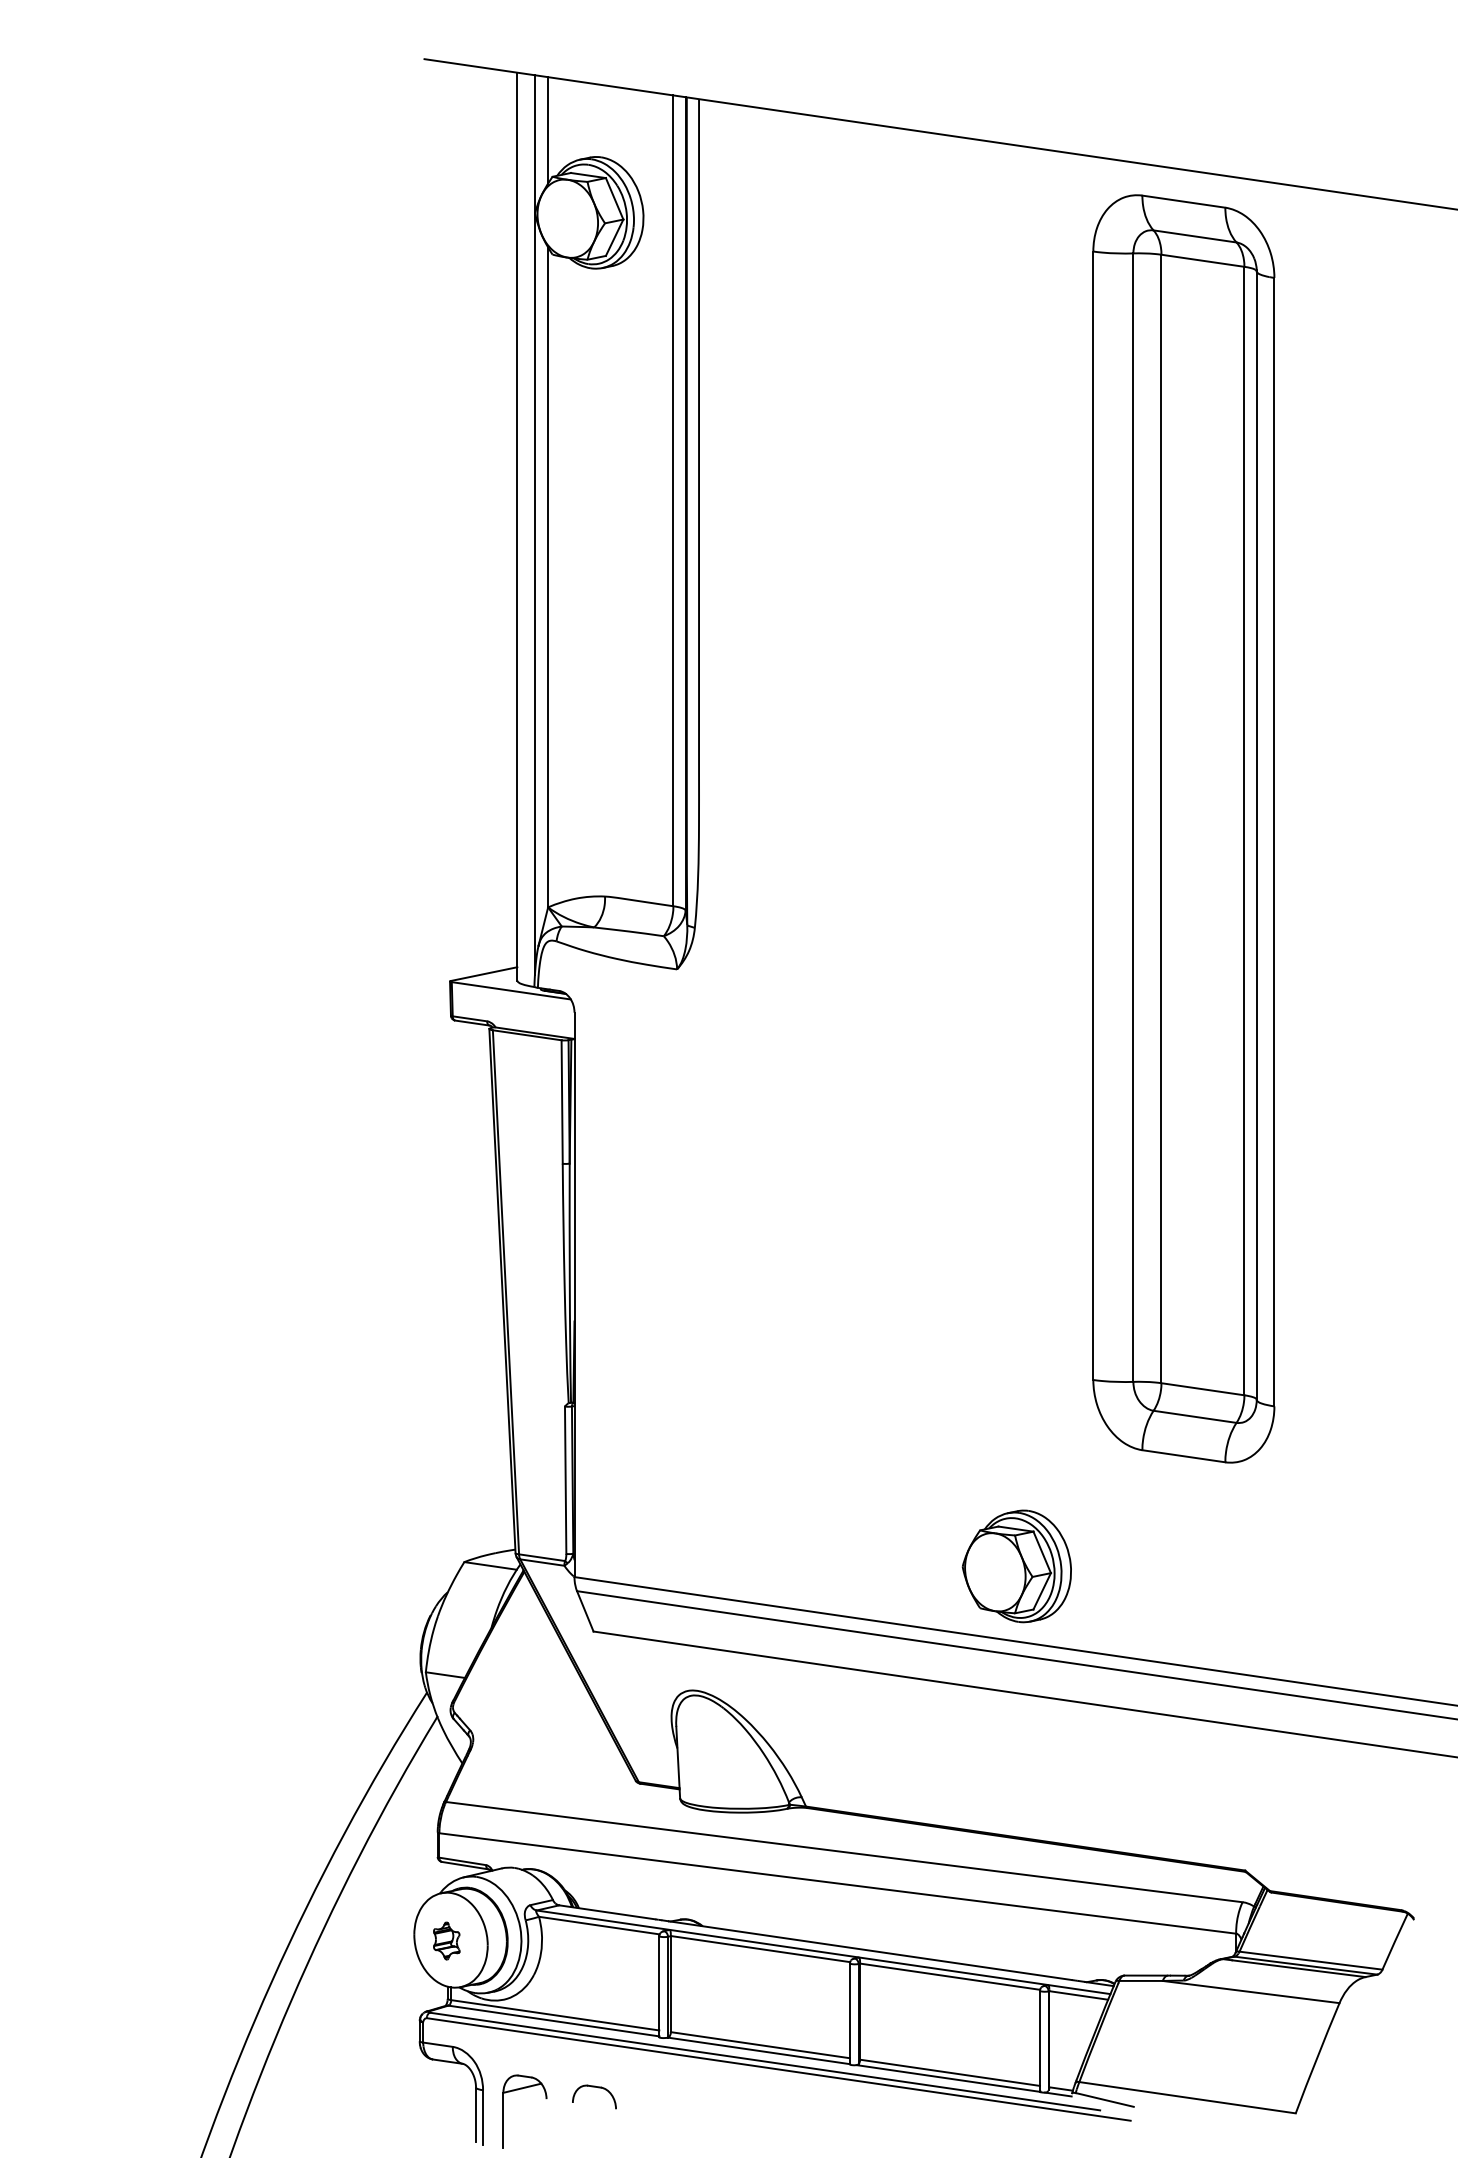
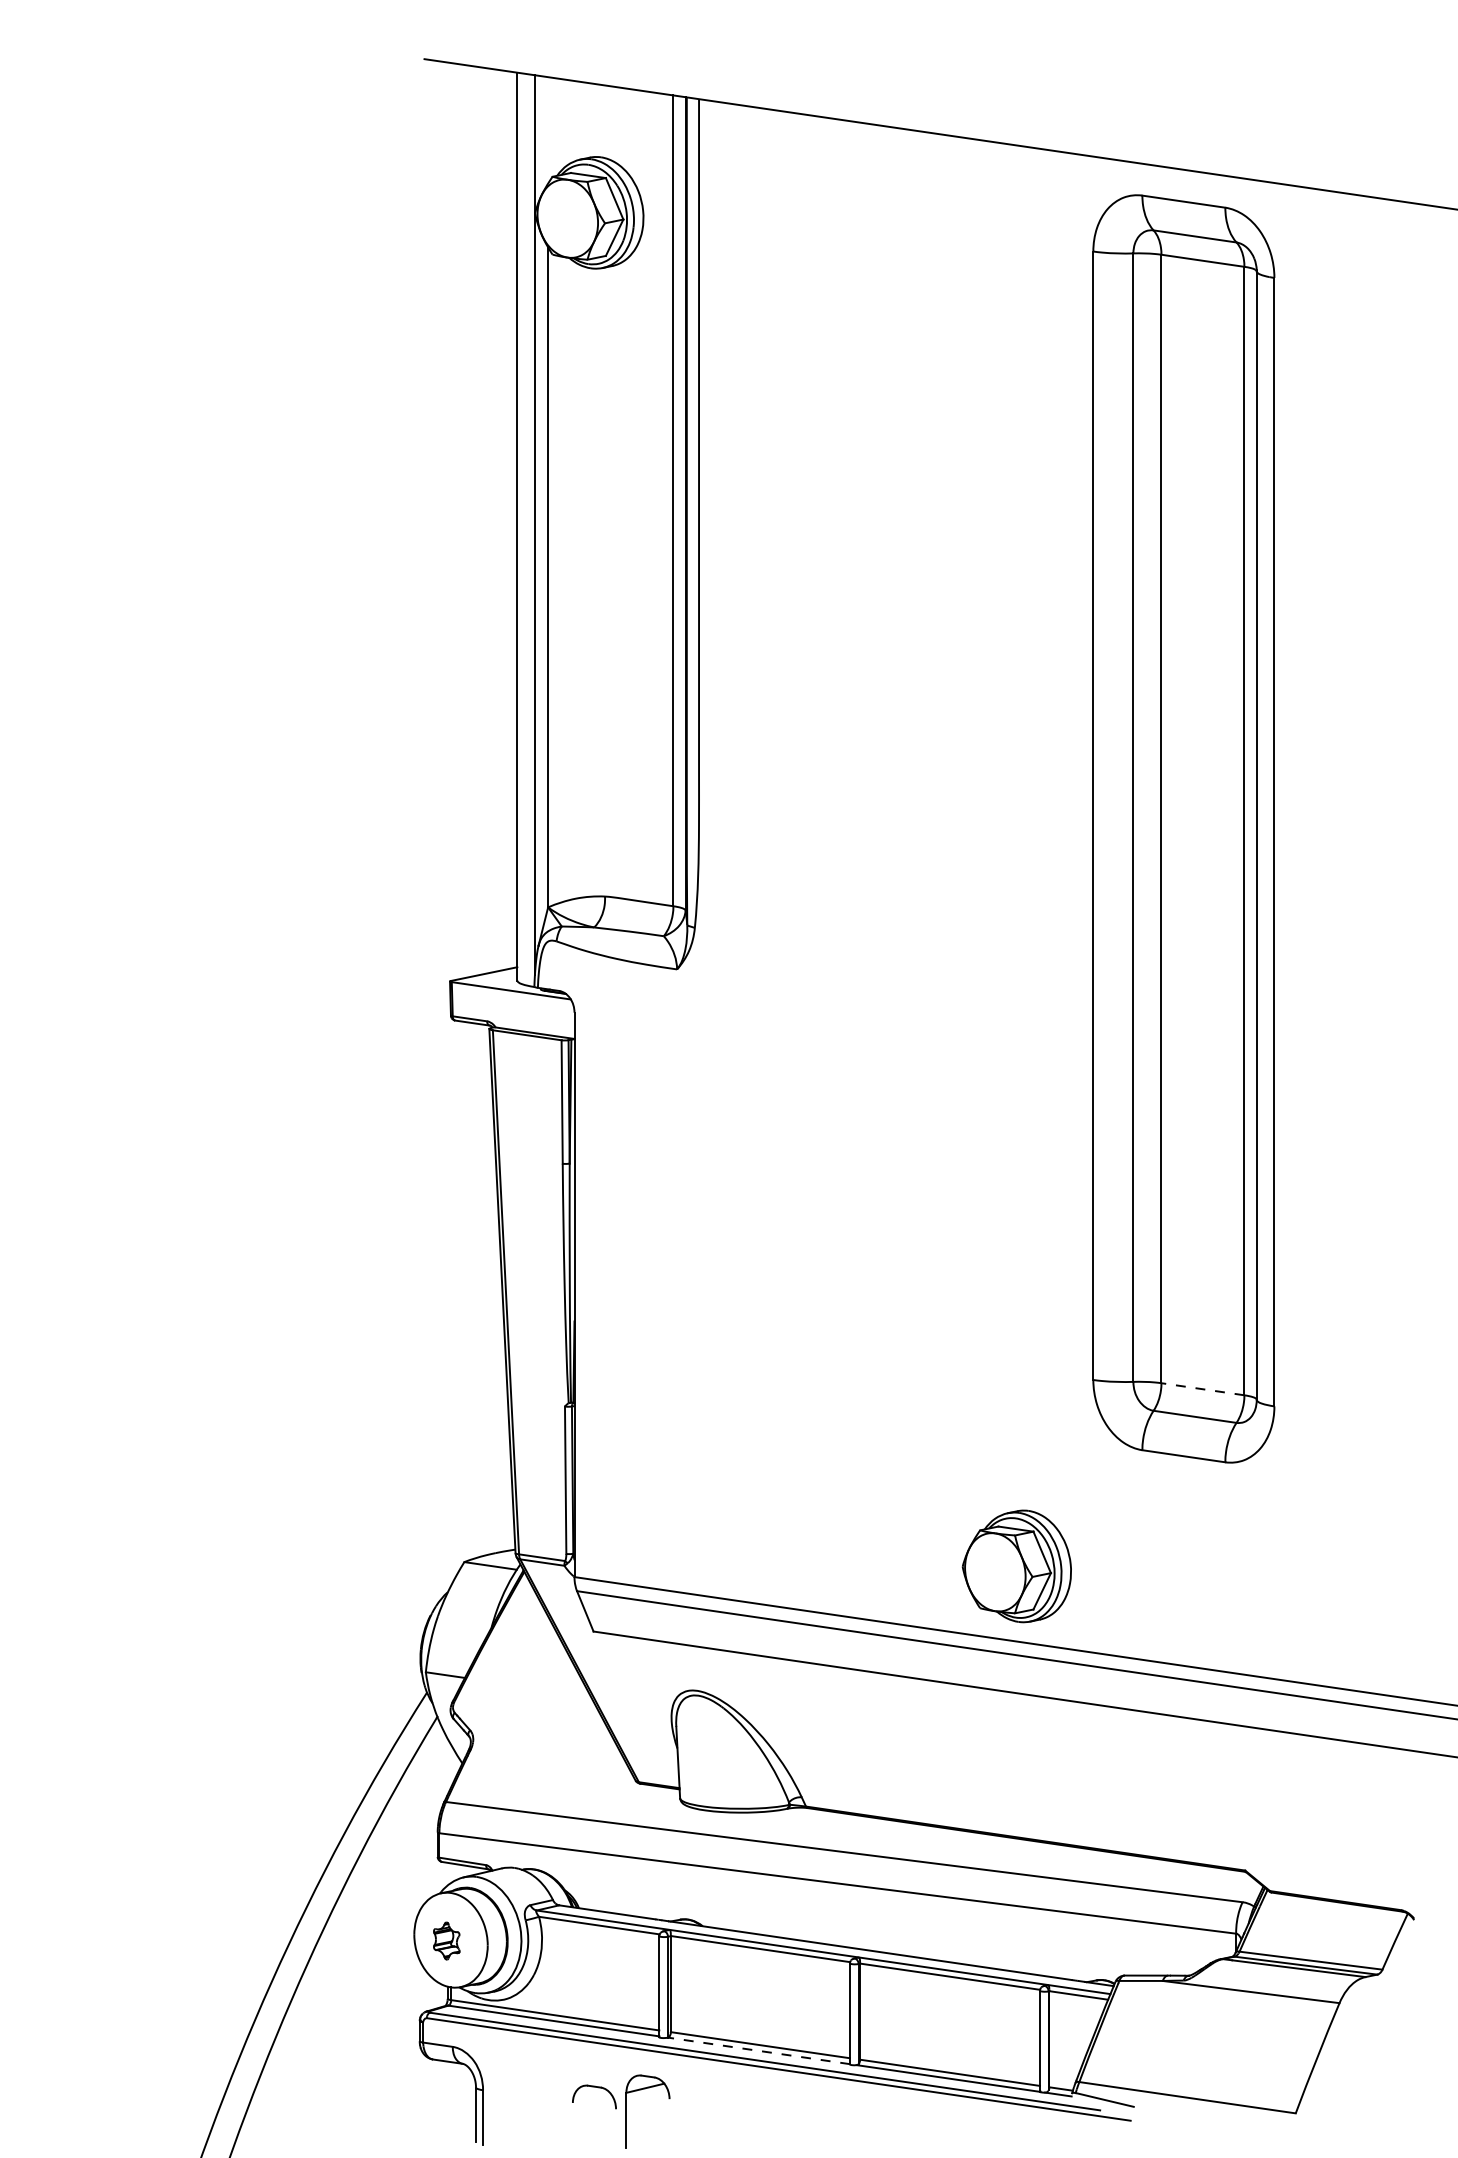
line at (548, 130): present -> none
line at (1202, 1389): solid -> dashed
line at (758, 2050): solid -> dashed
part at (503, 2111) position: (503, 2111) -> (626, 2111)
